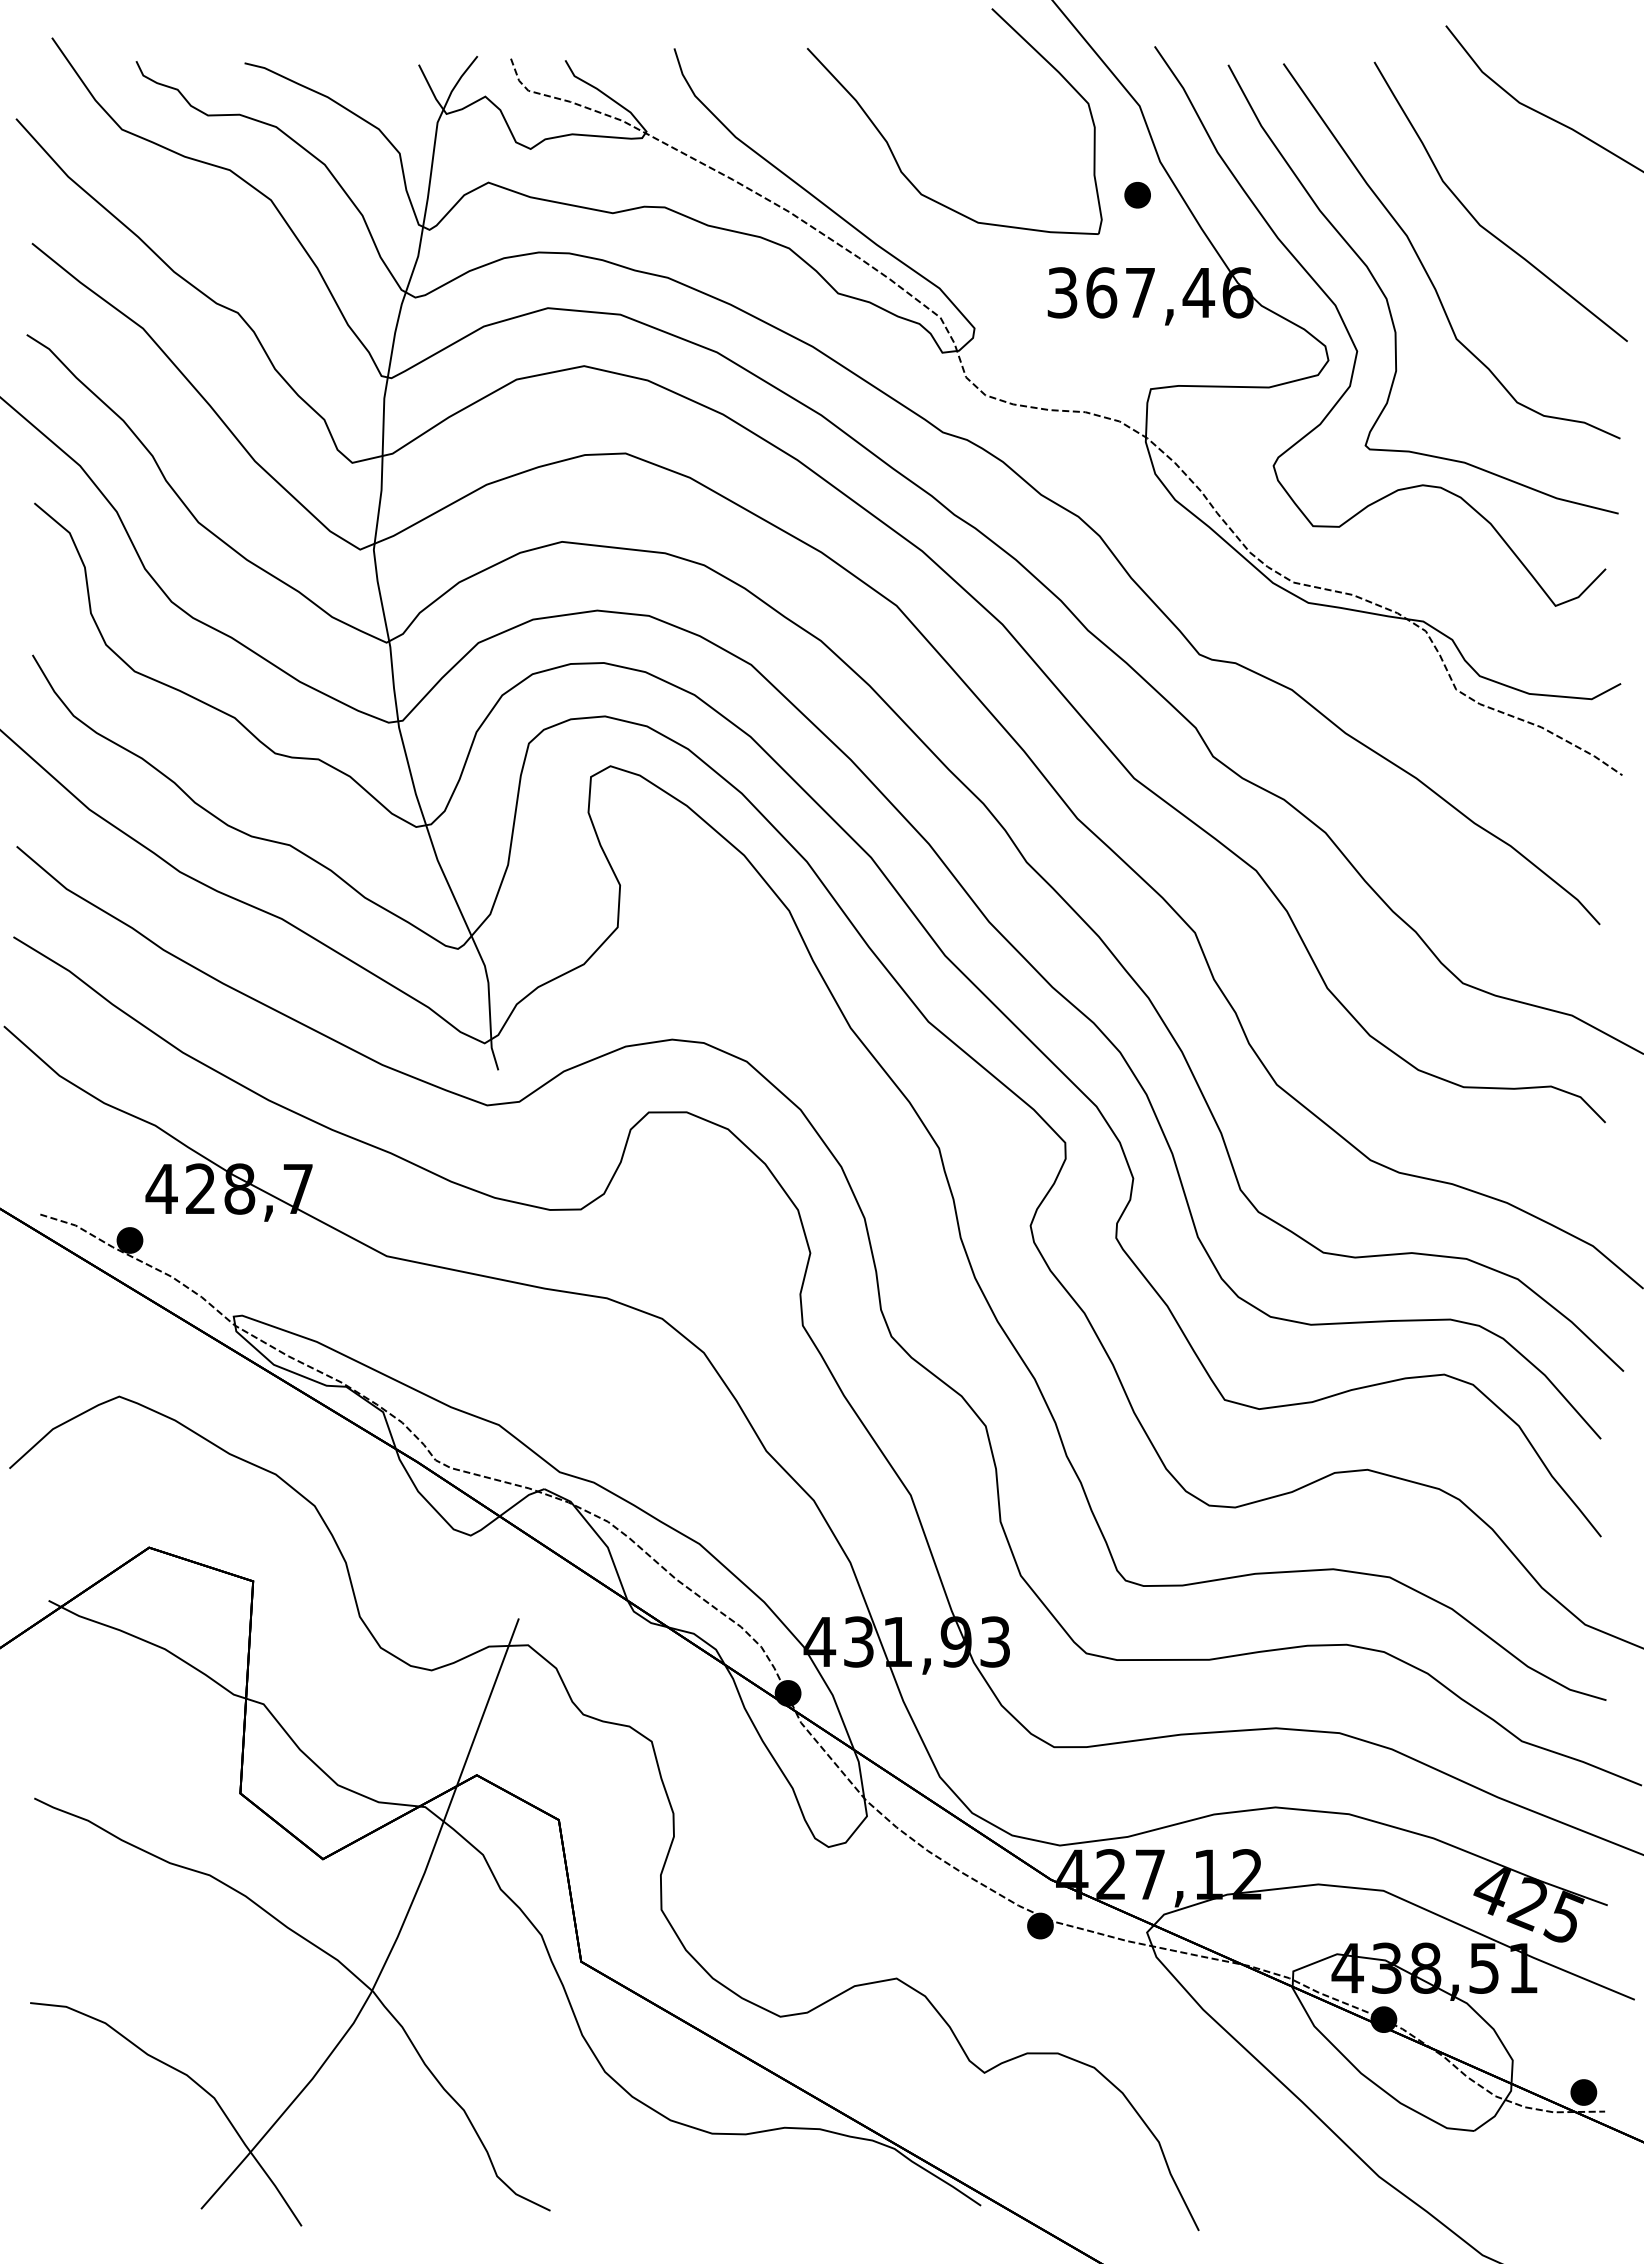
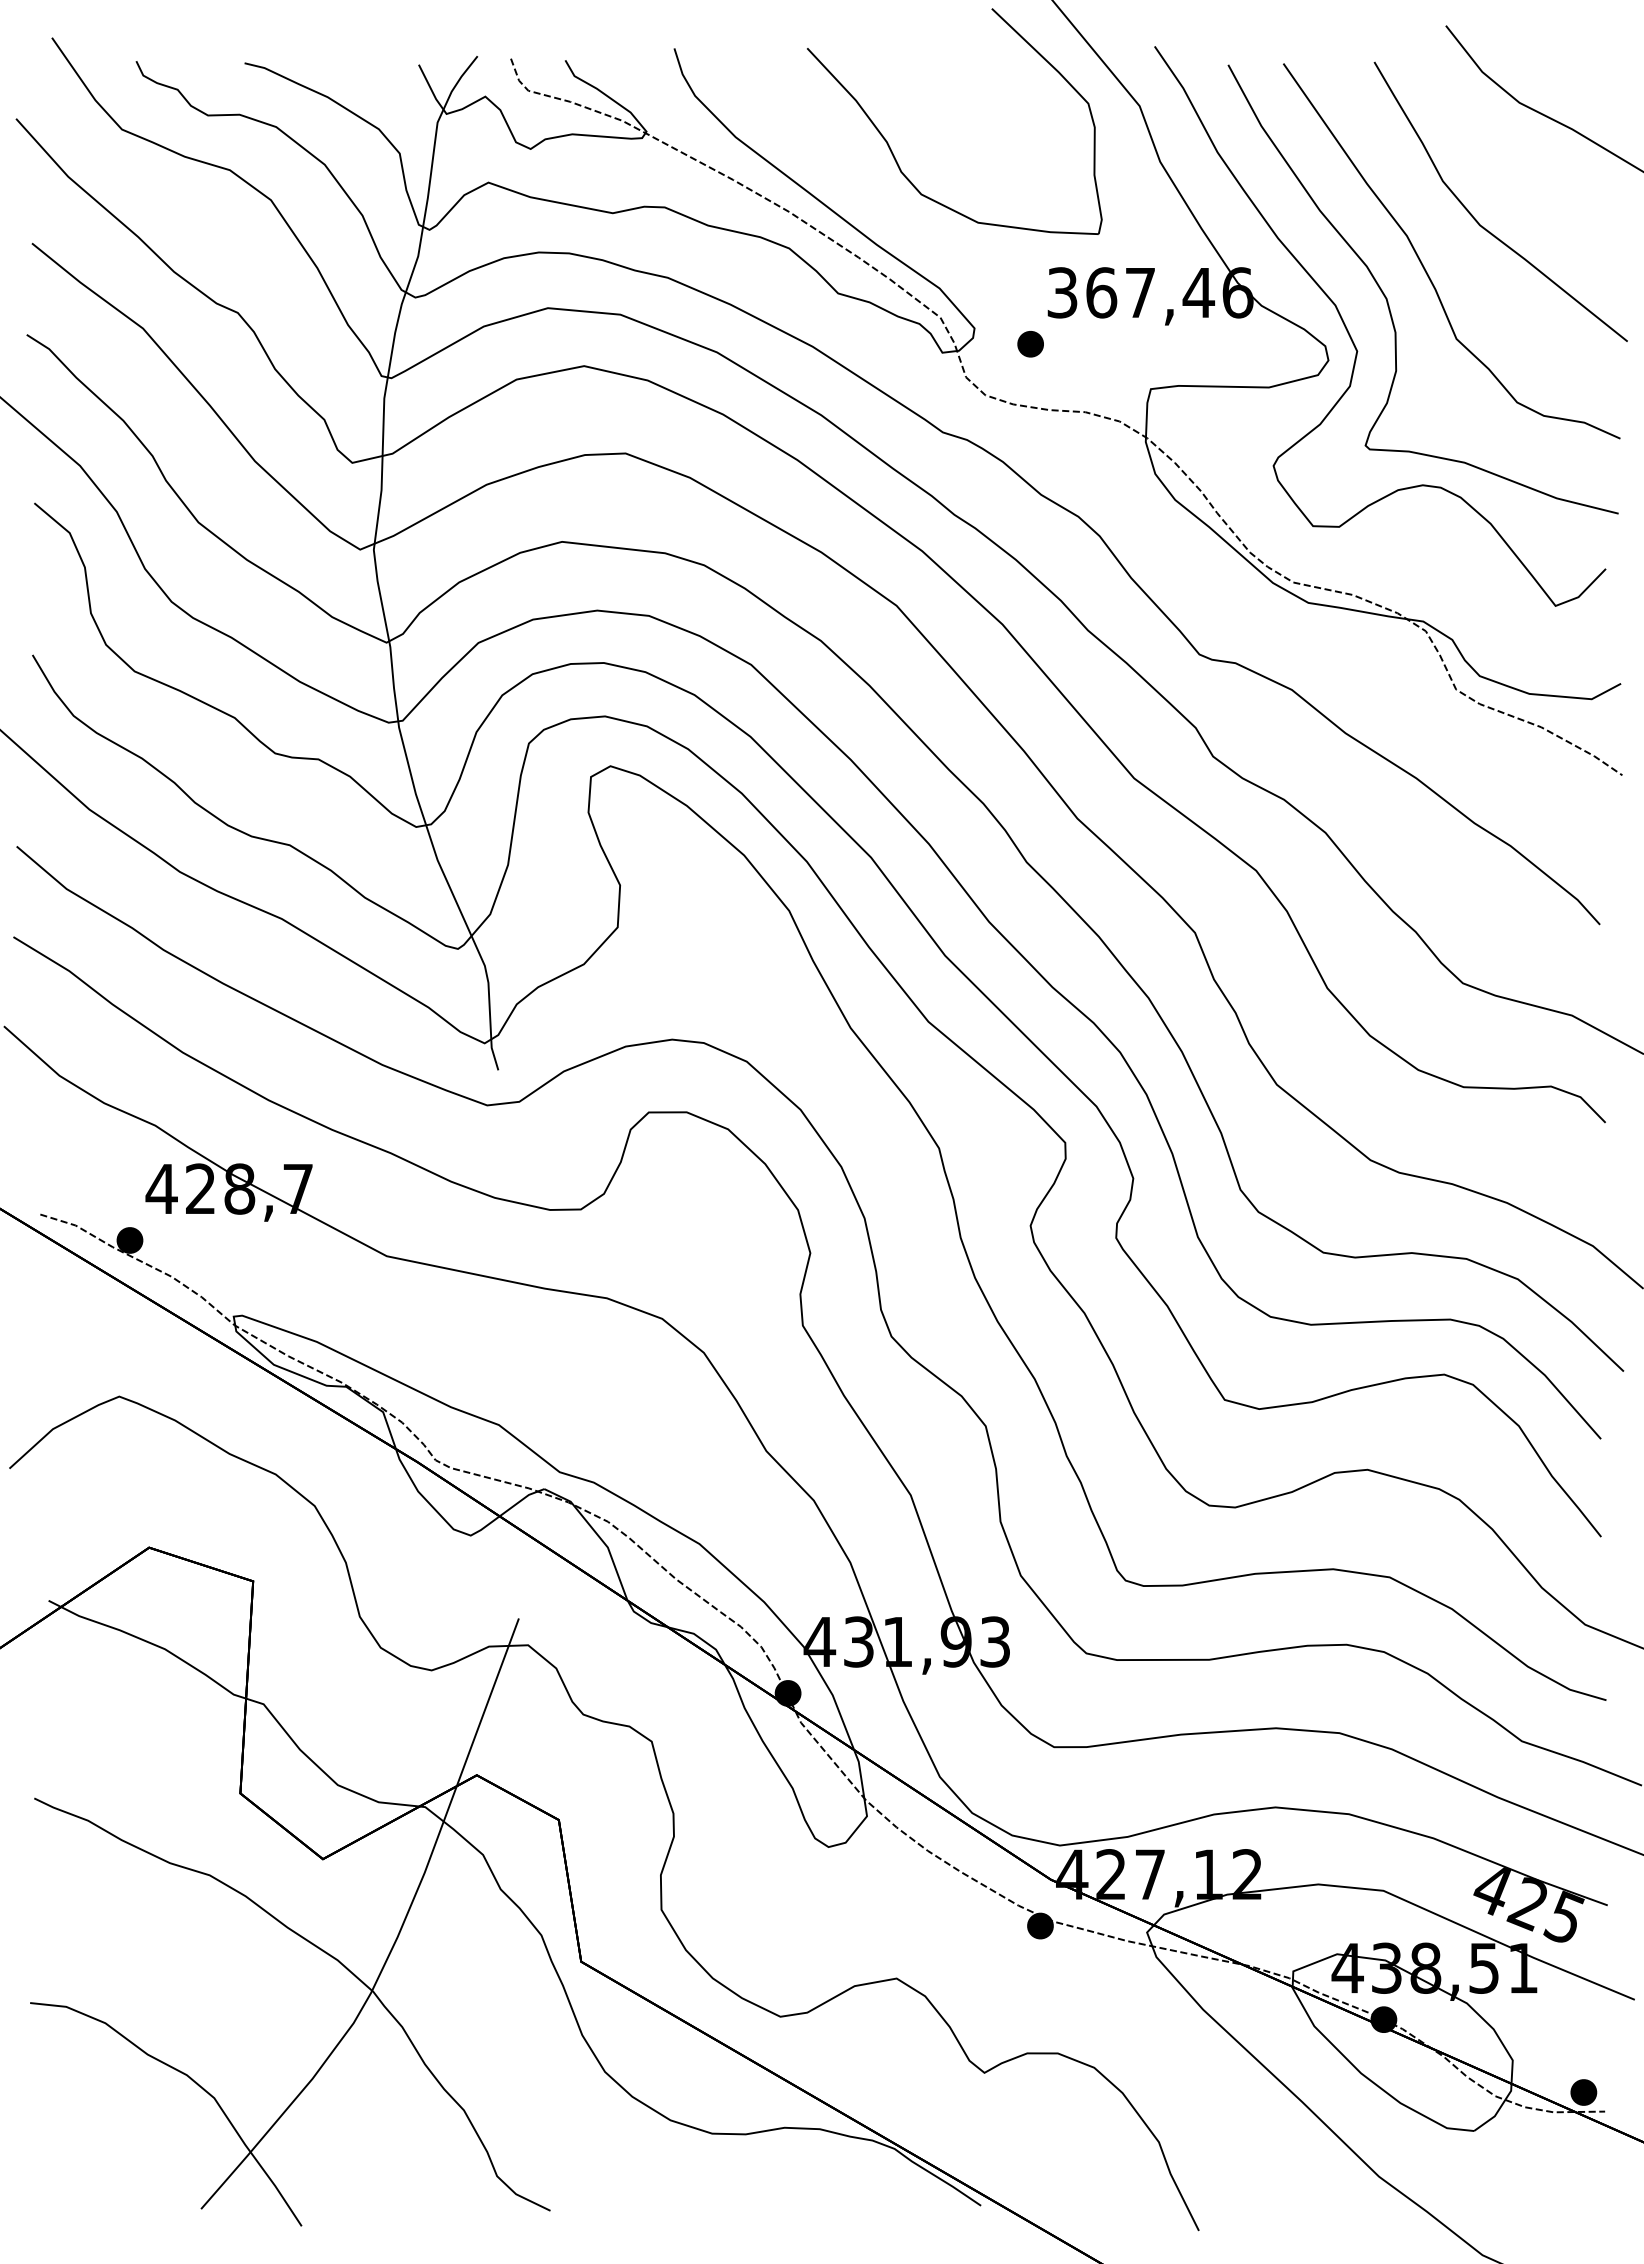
part at (1137, 195) position: (1137, 195) -> (1030, 344)
